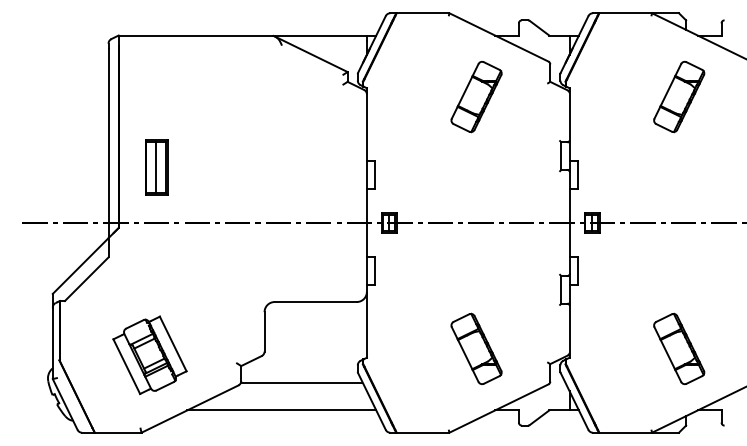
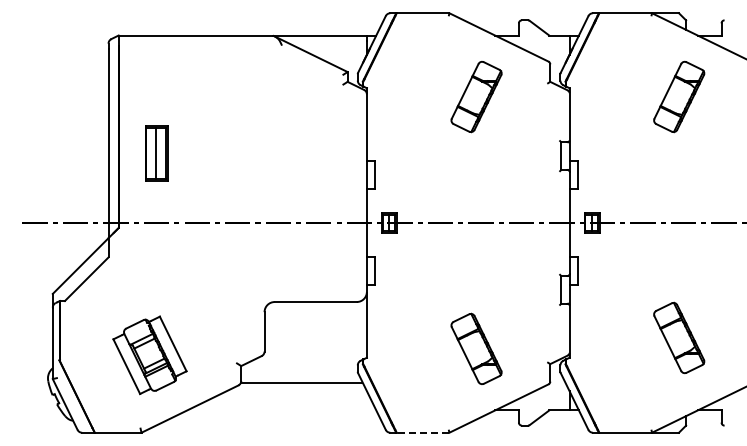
part at (156, 167) position: (156, 167) -> (156, 153)
part at (679, 348) position: (679, 348) -> (679, 337)
line at (281, 410): present -> none
line at (422, 432): solid -> dashed
